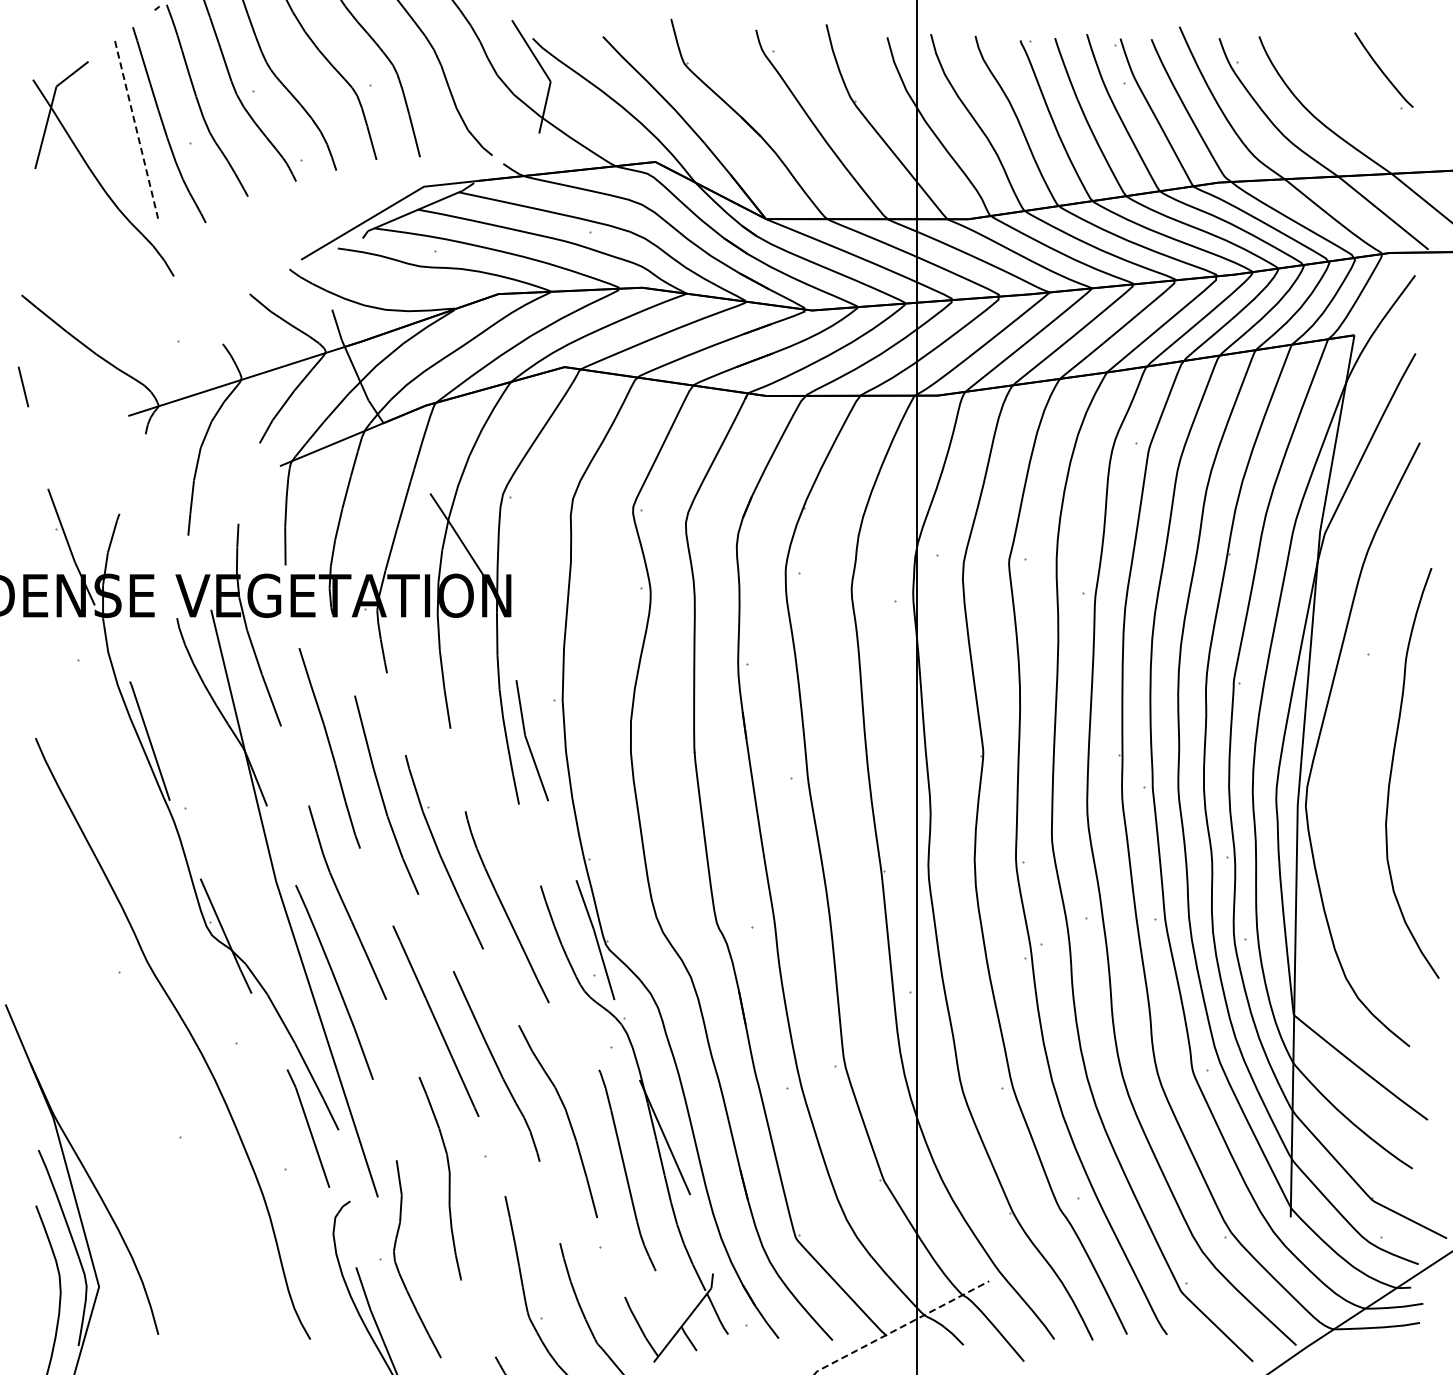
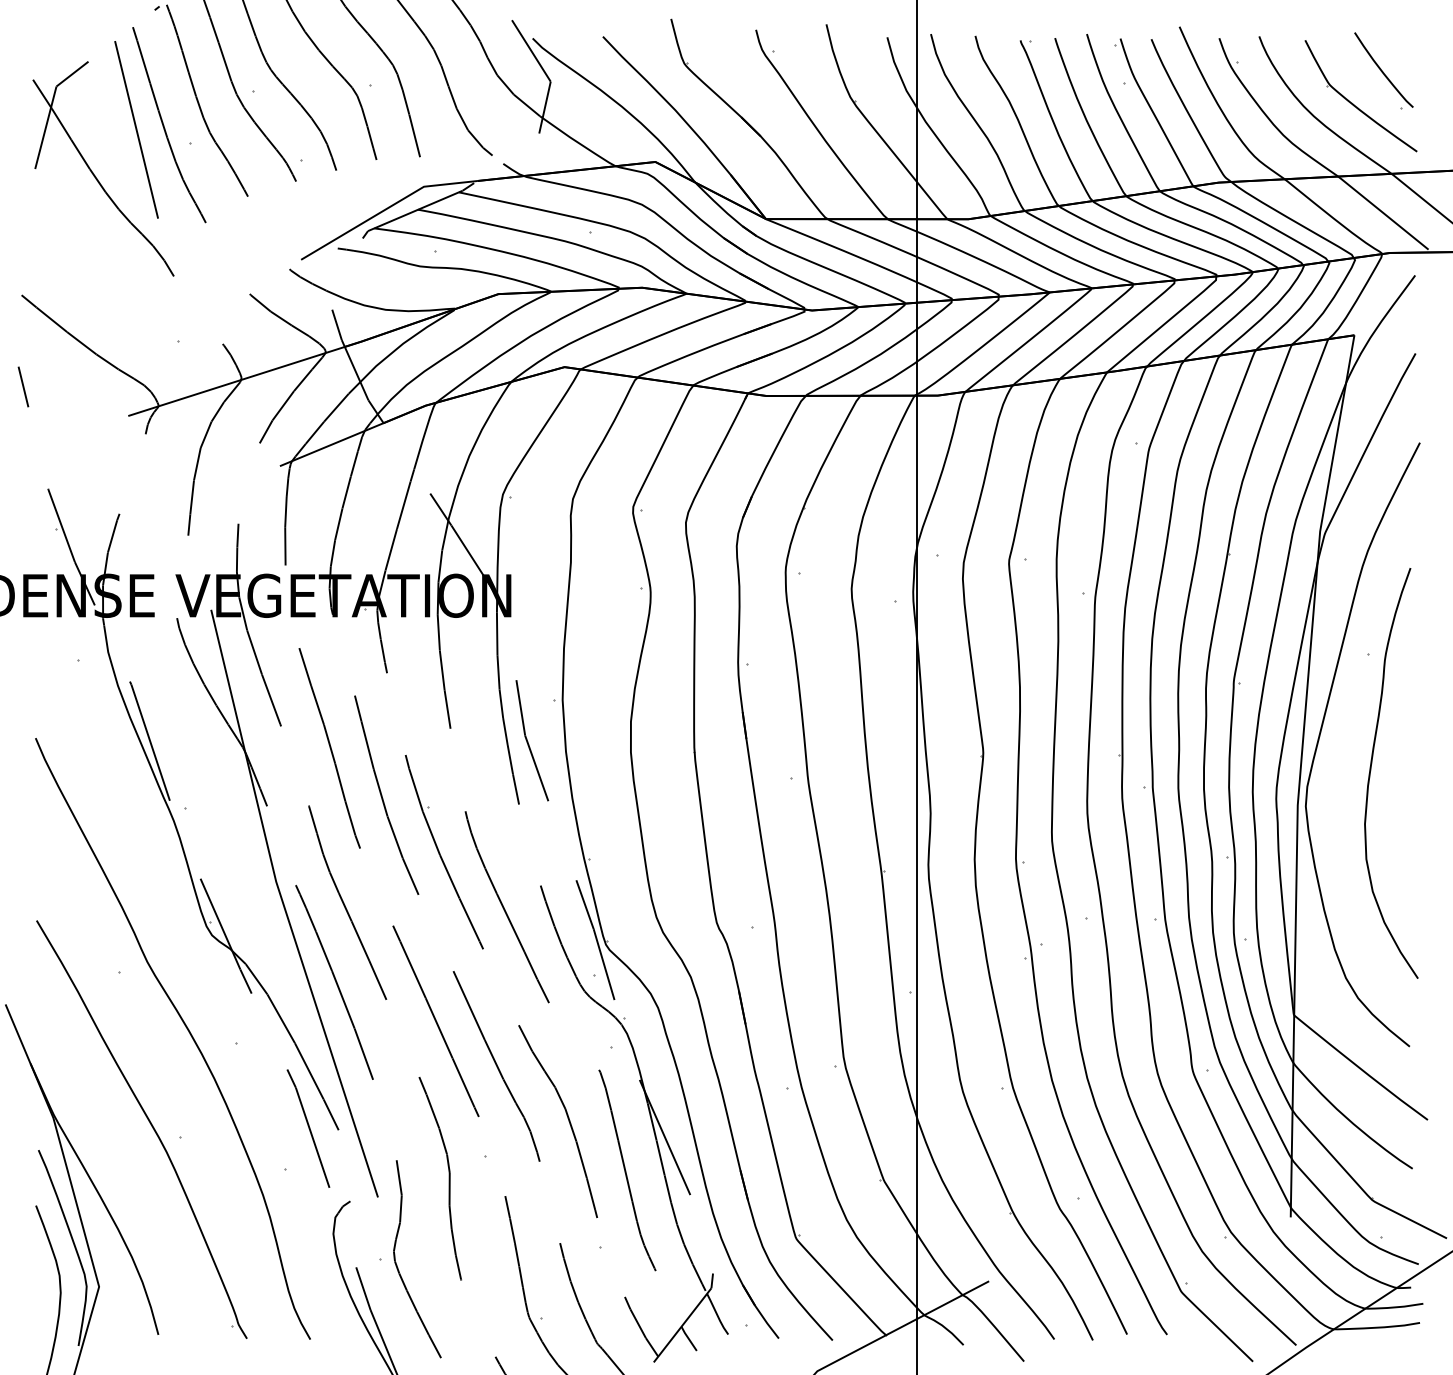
part at (1353, 103): none -> present
line at (136, 130): dashed -> solid
curve at (1392, 770) position: (1392, 770) -> (1371, 770)
part at (149, 1123): none -> present
line at (900, 1327): dashed -> solid
